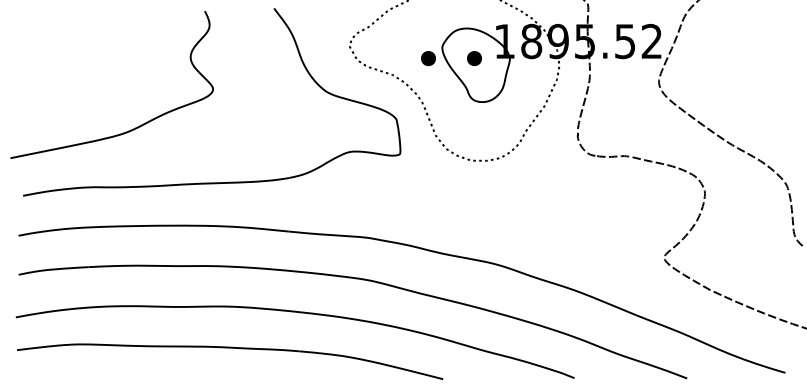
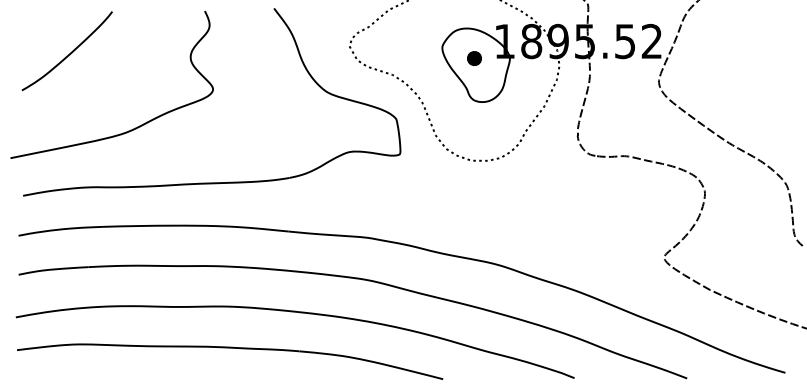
curve at (69, 53): none -> present
part at (428, 58): present -> none
